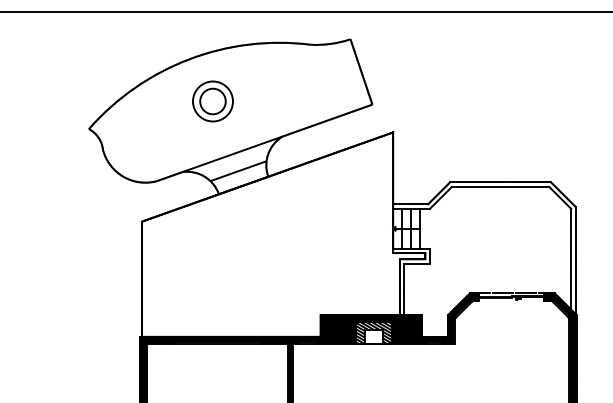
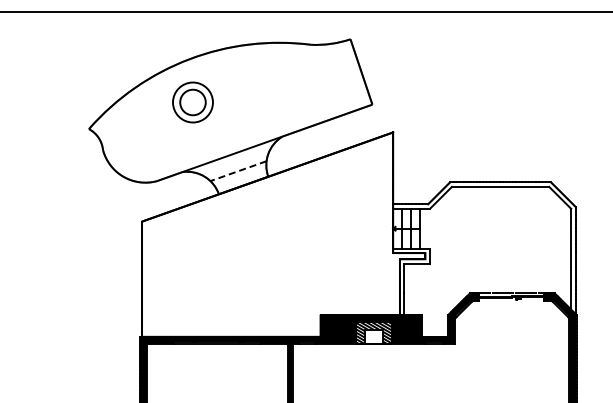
part at (212, 101) position: (212, 101) -> (192, 102)
line at (238, 171): solid -> dashed
